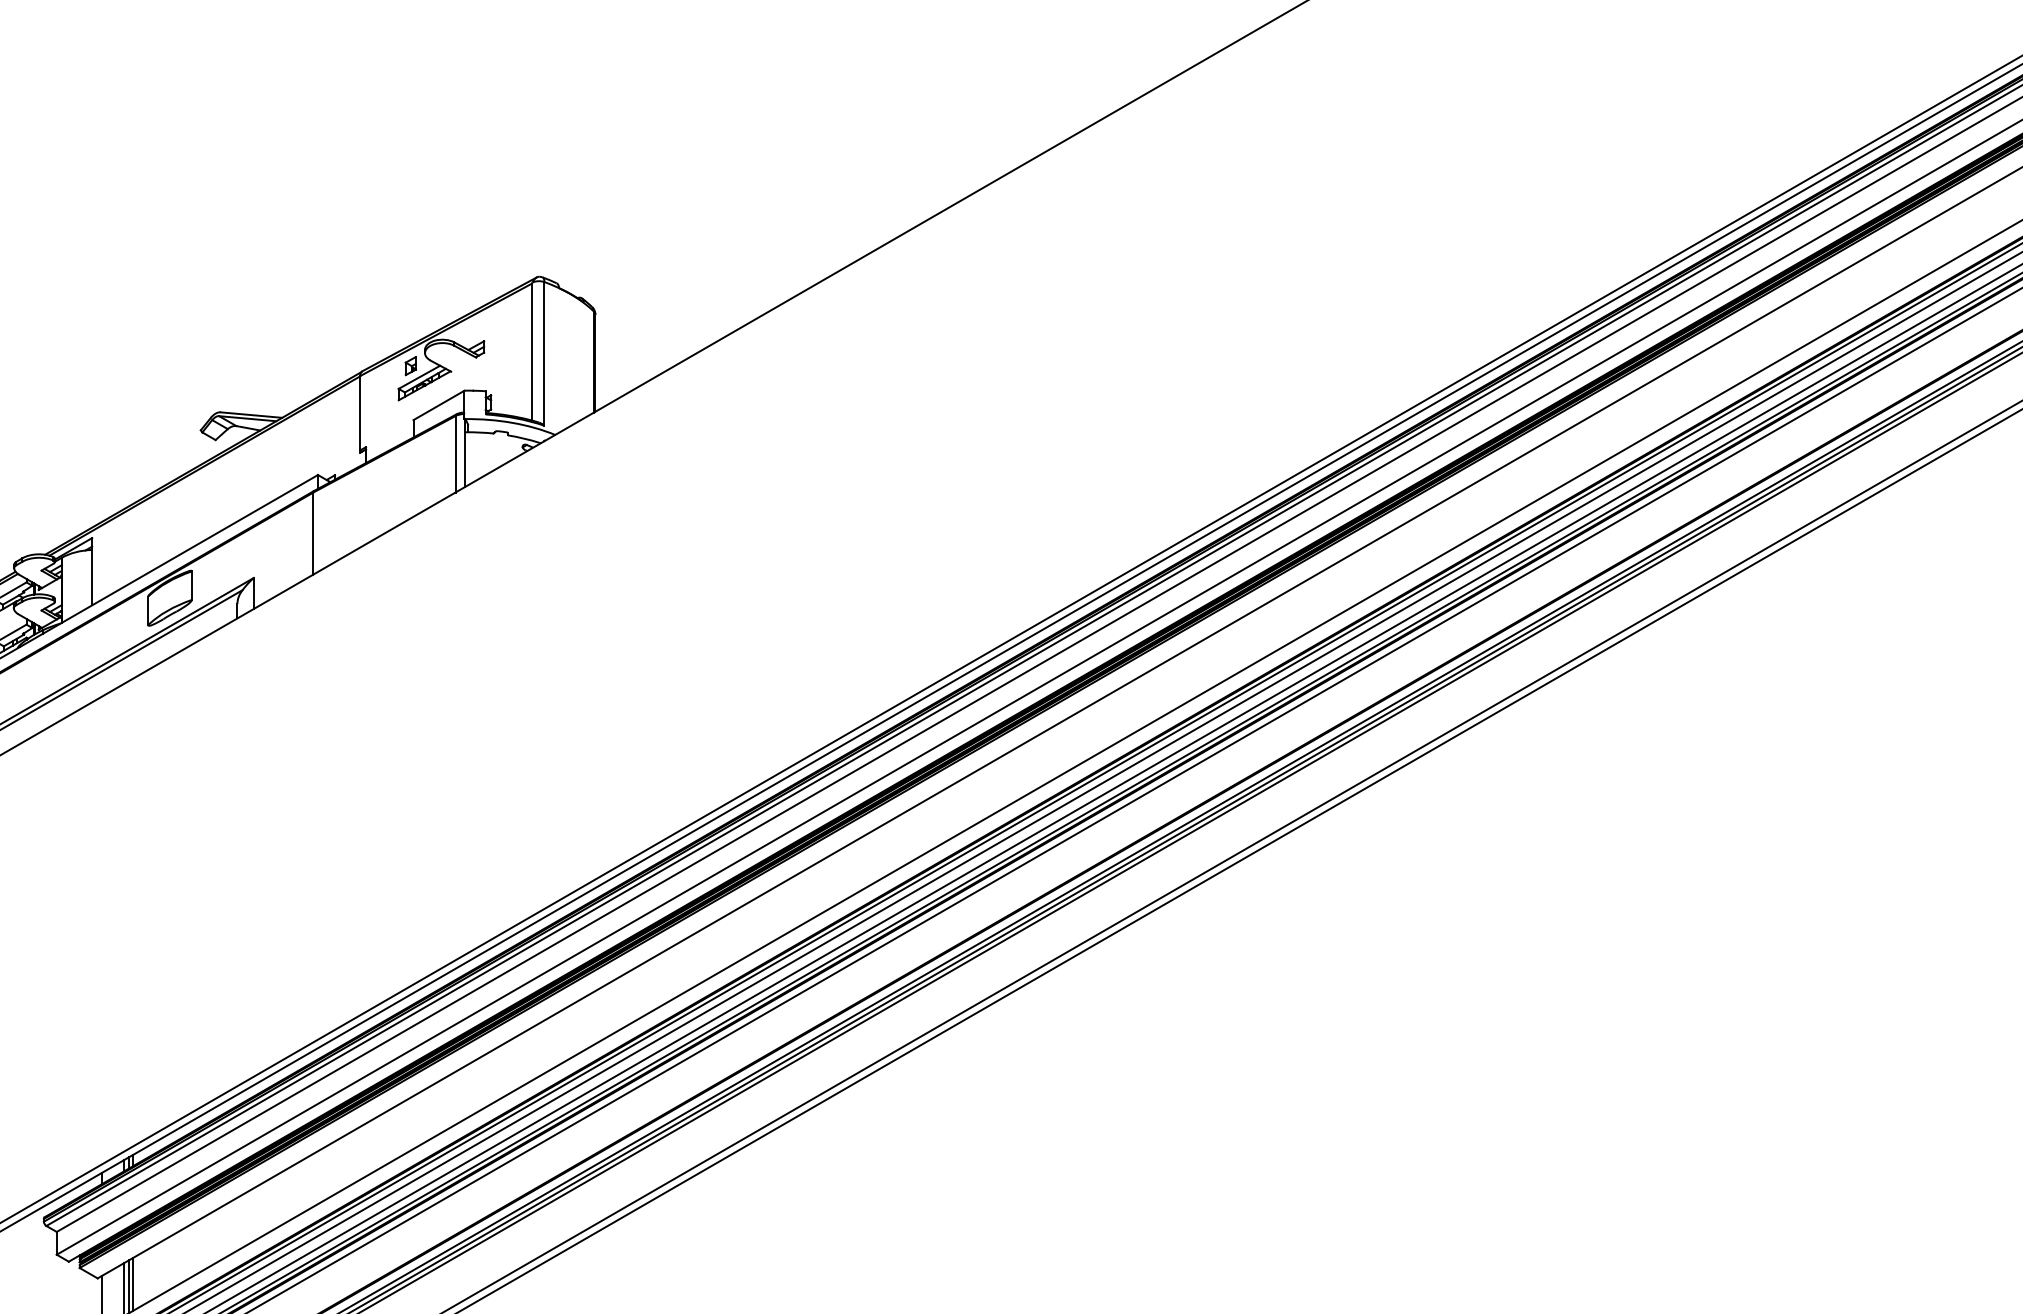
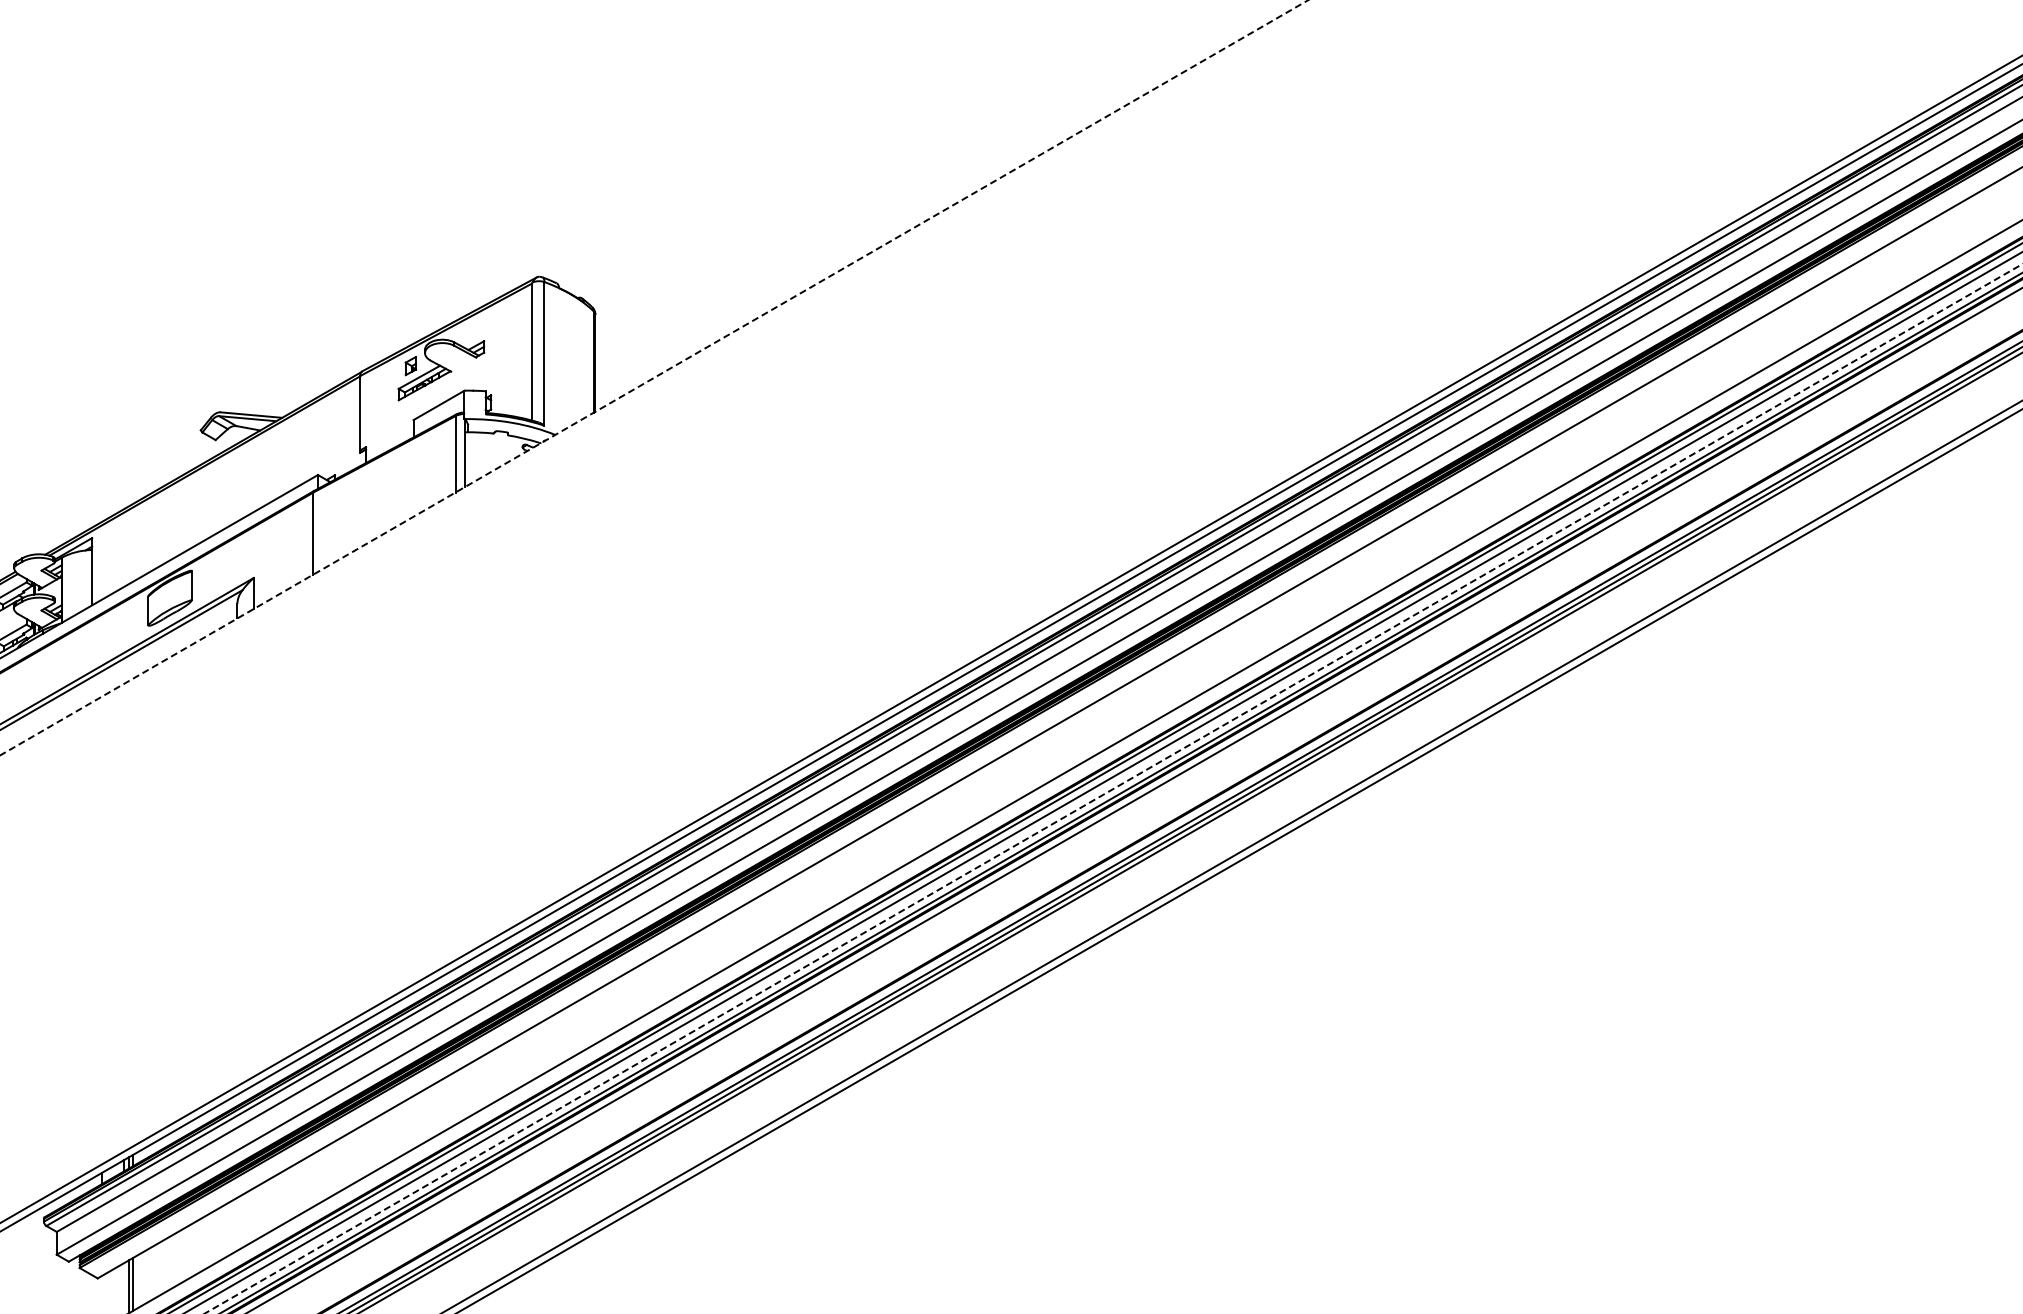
line at (654, 377): solid -> dashed
line at (1113, 788): solid -> dashed
line at (123, 1286): present -> none
line at (101, 1293): present -> none
